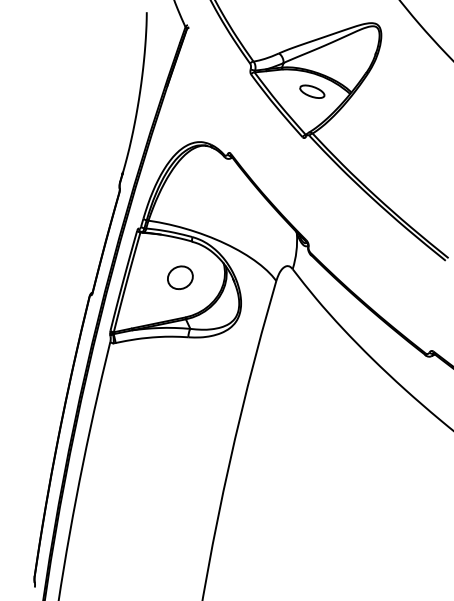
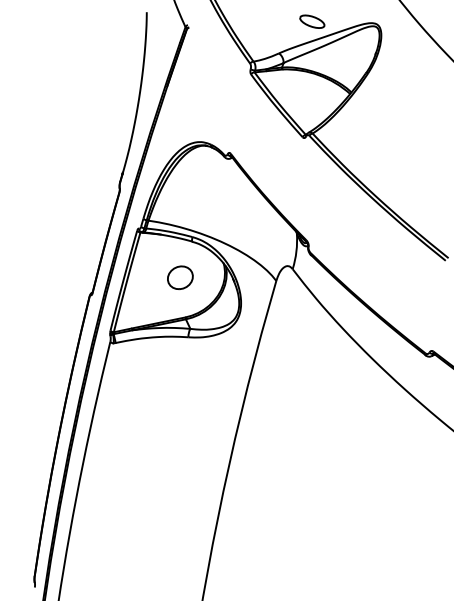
part at (312, 91) position: (312, 91) -> (312, 21)
